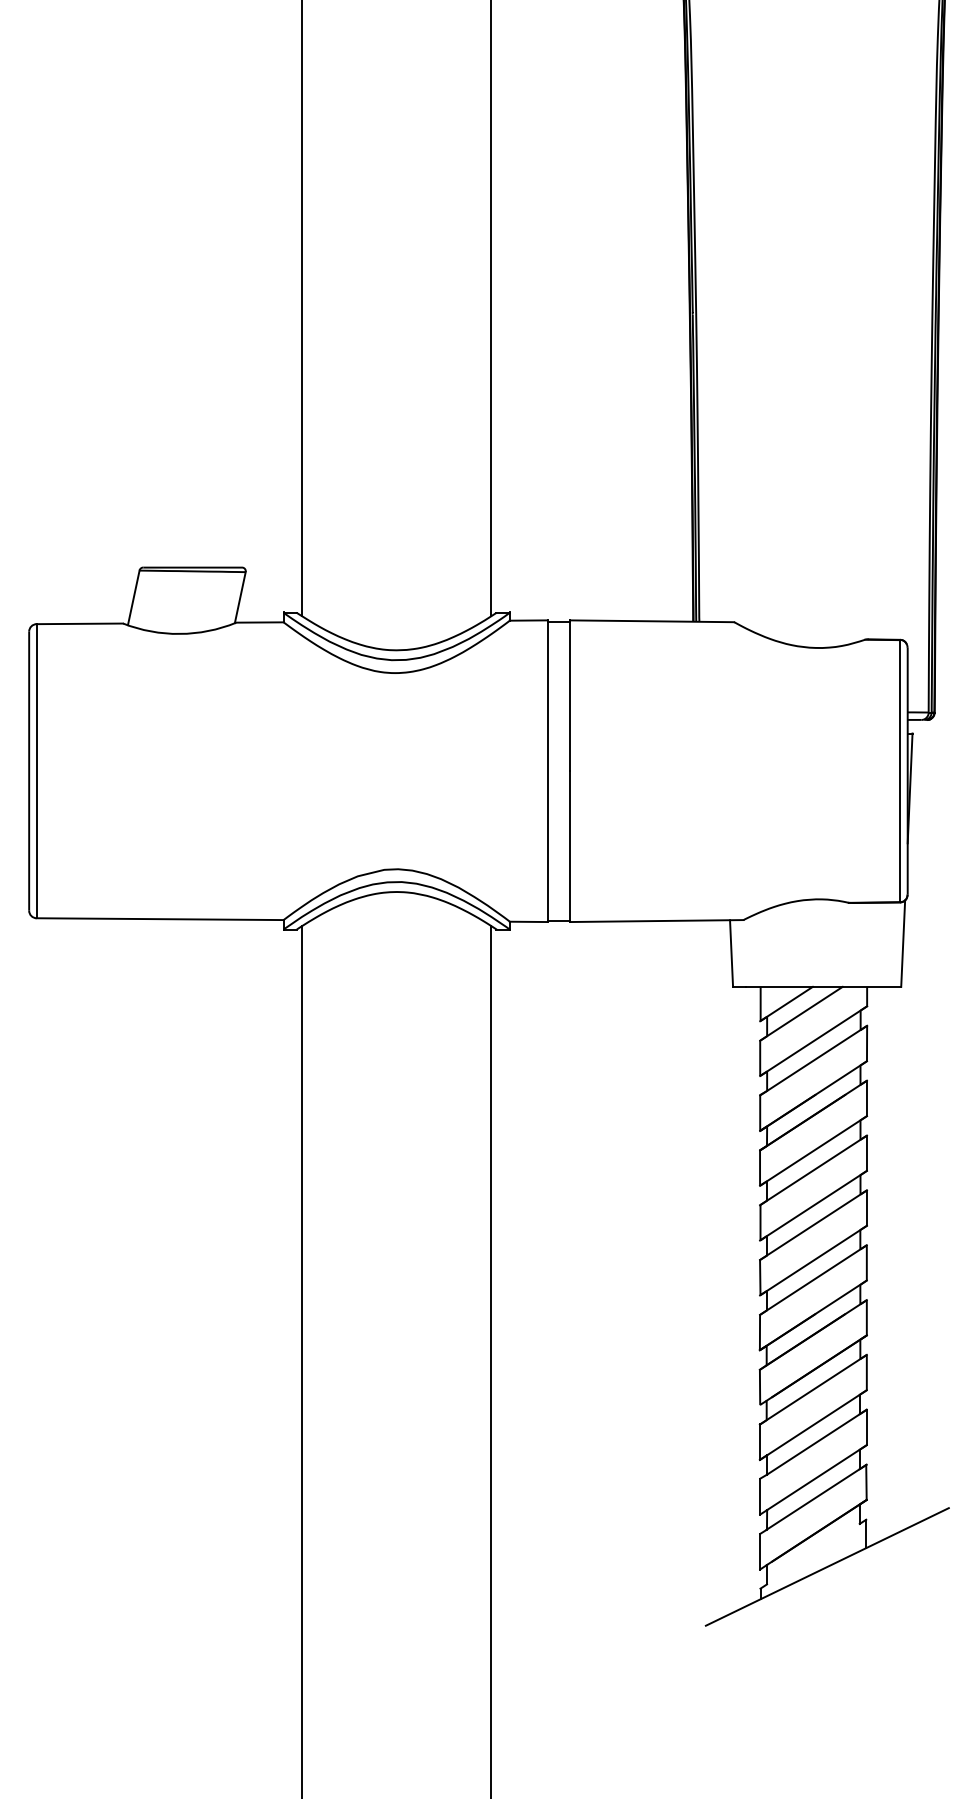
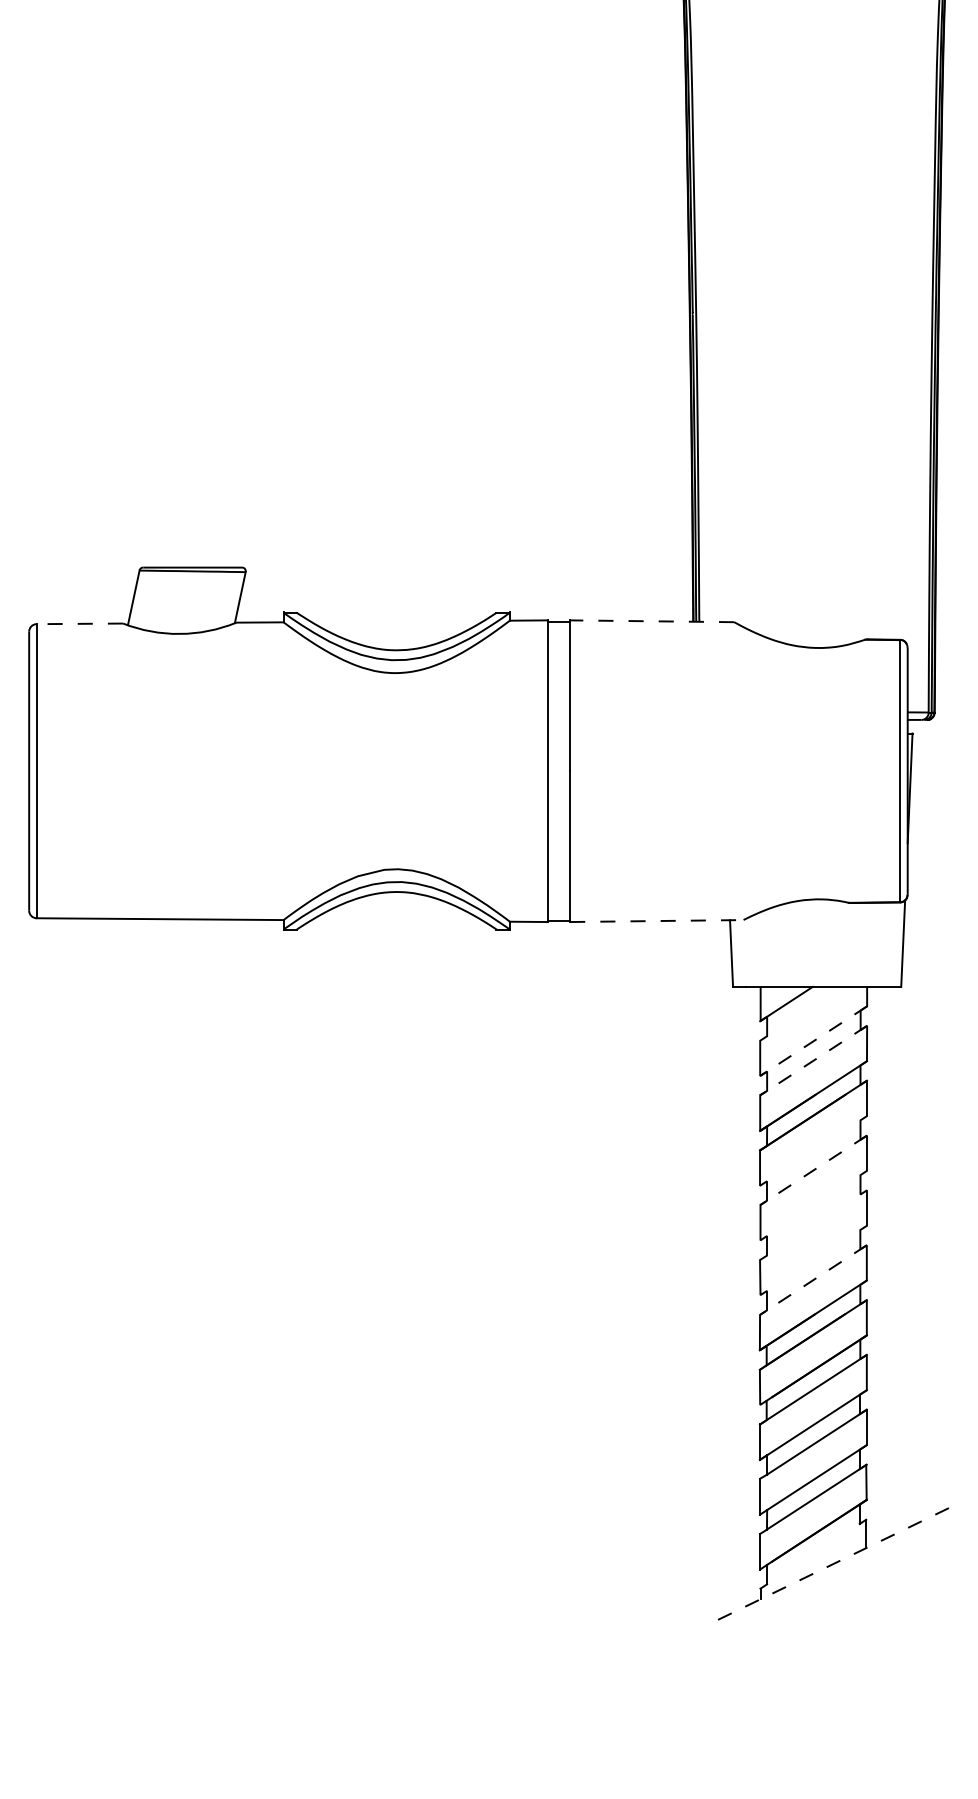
line at (302, 309): present -> none
line at (490, 309): present -> none
line at (652, 621): solid -> dashed
line at (79, 623): solid -> dashed
line at (656, 921): solid -> dashed
line at (801, 1013): present -> none
line at (813, 1041): solid -> dashed
line at (813, 1060): solid -> dashed
line at (813, 1150): present -> none
line at (813, 1170): solid -> dashed
line at (813, 1205): present -> none
line at (813, 1225): present -> none
line at (813, 1260): present -> none
line at (813, 1280): solid -> dashed
line at (302, 1360): present -> none
line at (490, 1360): present -> none
line at (827, 1566): solid -> dashed
